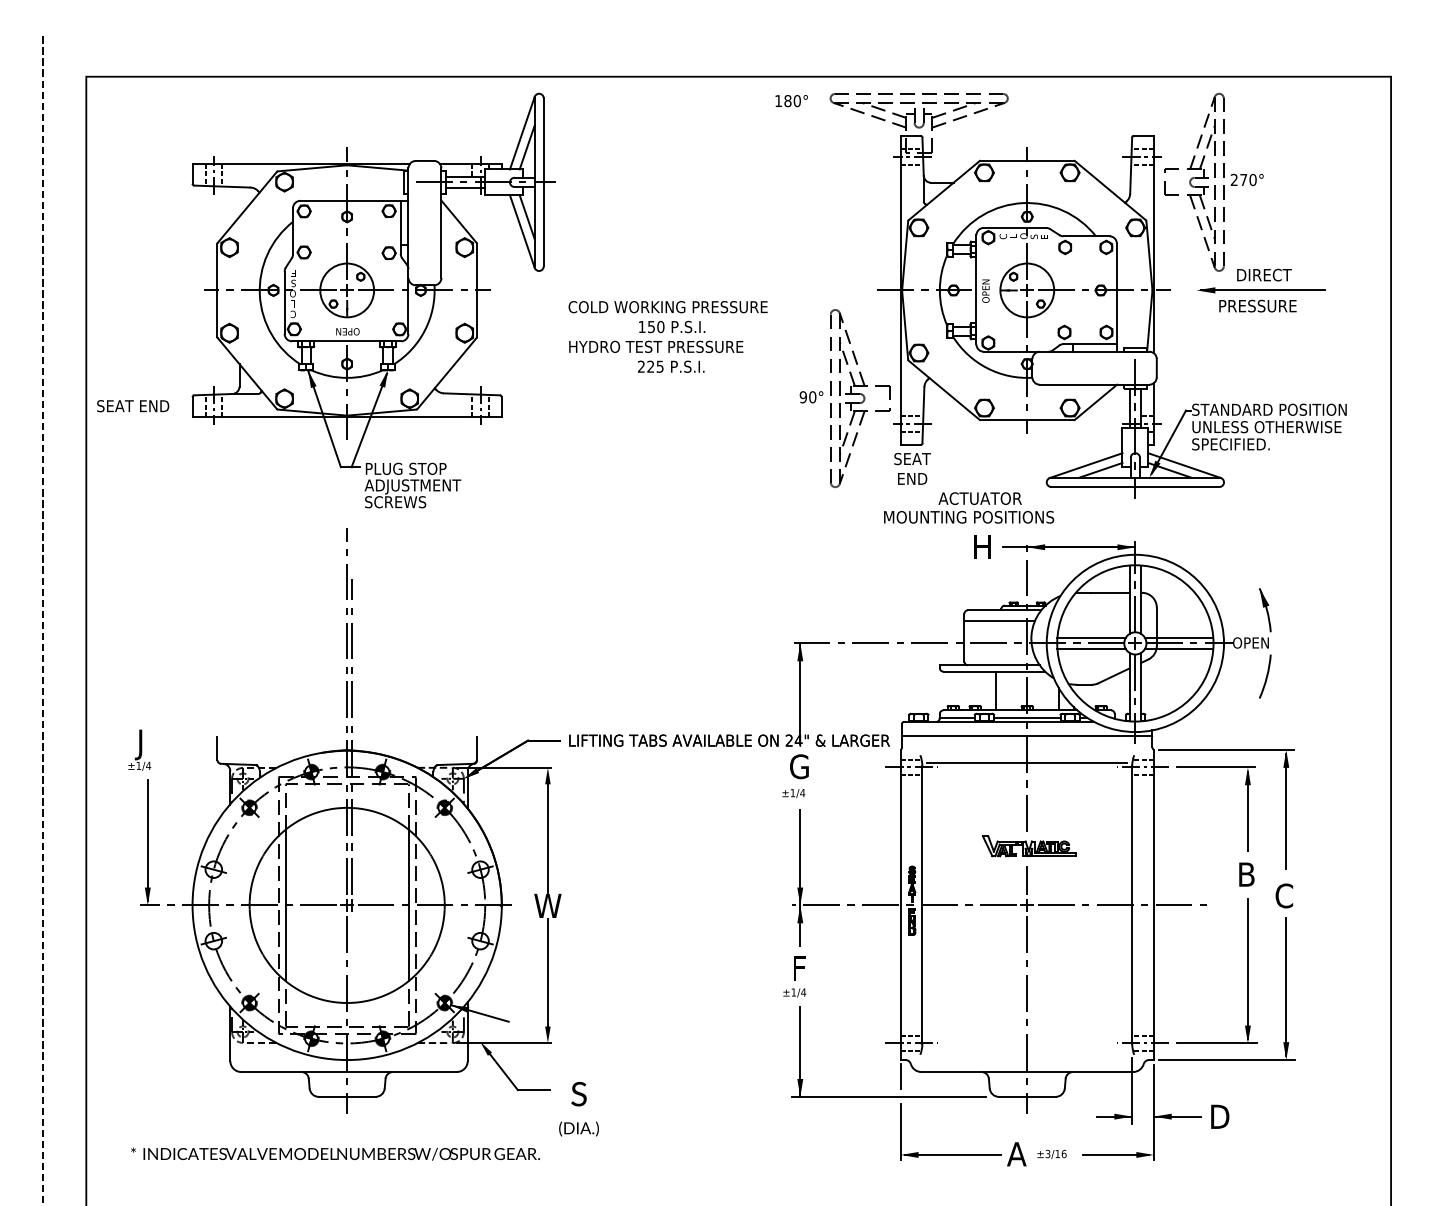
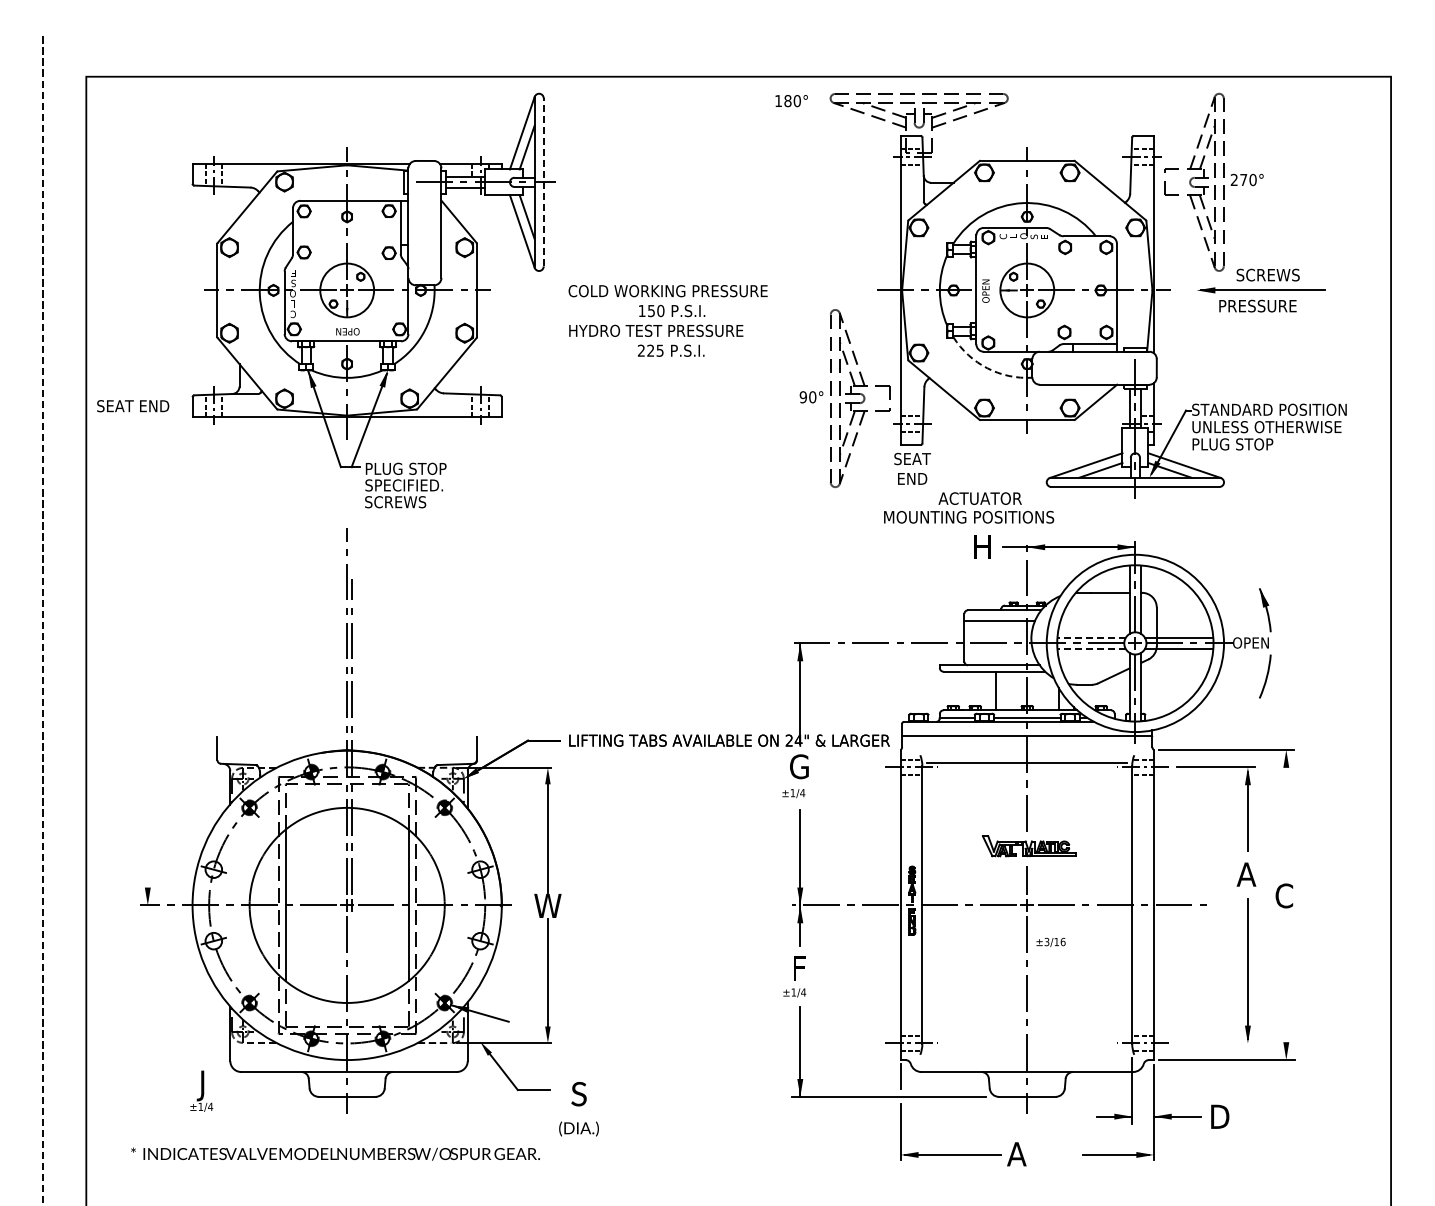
line at (543, 181): solid -> dashed
text at (1267, 274): DIRECT -> SCREWS
text at (667, 336) position: (667, 336) -> (667, 320)
arc at (987, 368): solid -> dashed
text at (1232, 444): SPECIFIED. -> PLUG STOP
text at (412, 486): ADJUSTMENT -> SPECIFIED.
line at (1091, 637): solid -> dashed
line at (1091, 649): solid -> dashed
text at (139, 749) position: (139, 749) -> (201, 1090)
line at (1286, 811): present -> none
line at (147, 840): present -> none
text at (1246, 874): B -> A
line at (1286, 986): present -> none
line at (1216, 1043): present -> none
text at (1051, 1153) position: (1051, 1153) -> (1050, 941)
